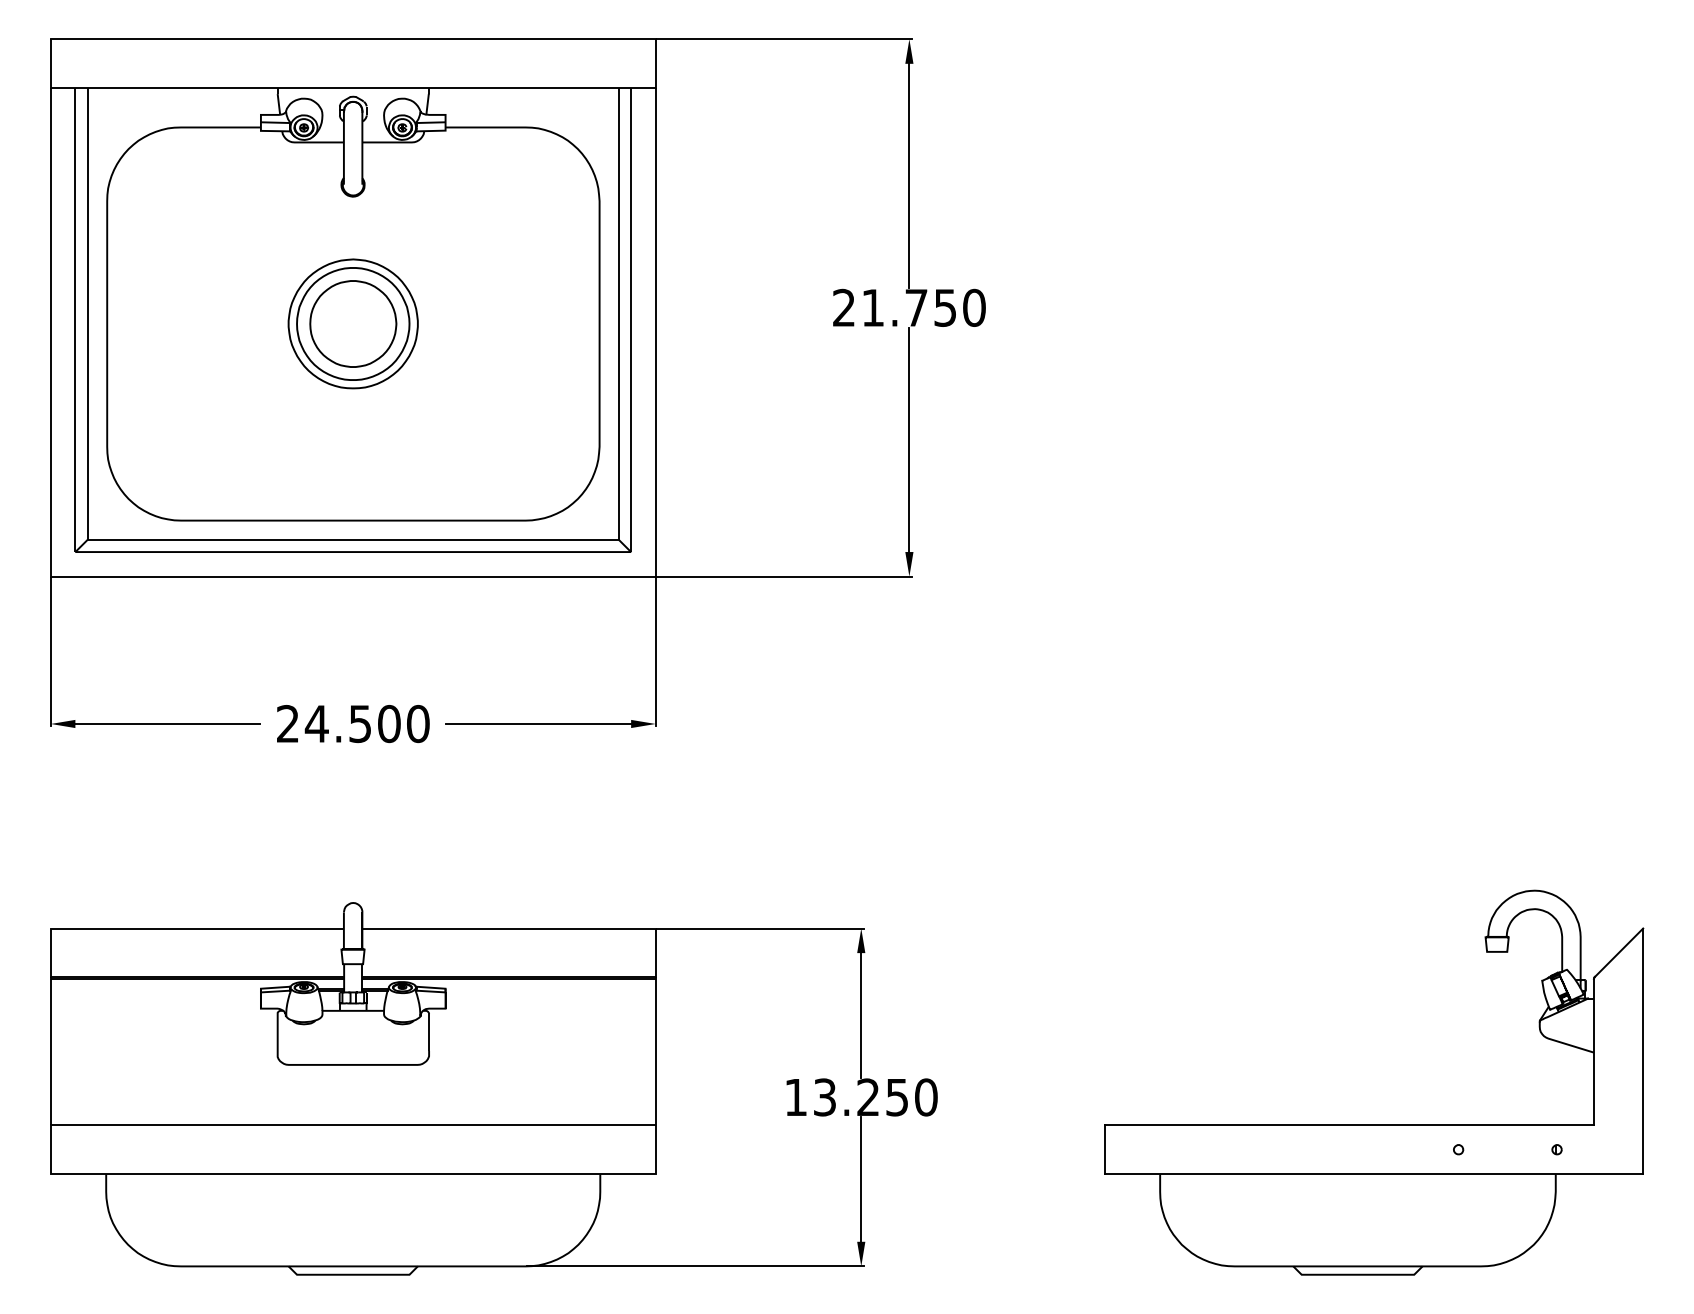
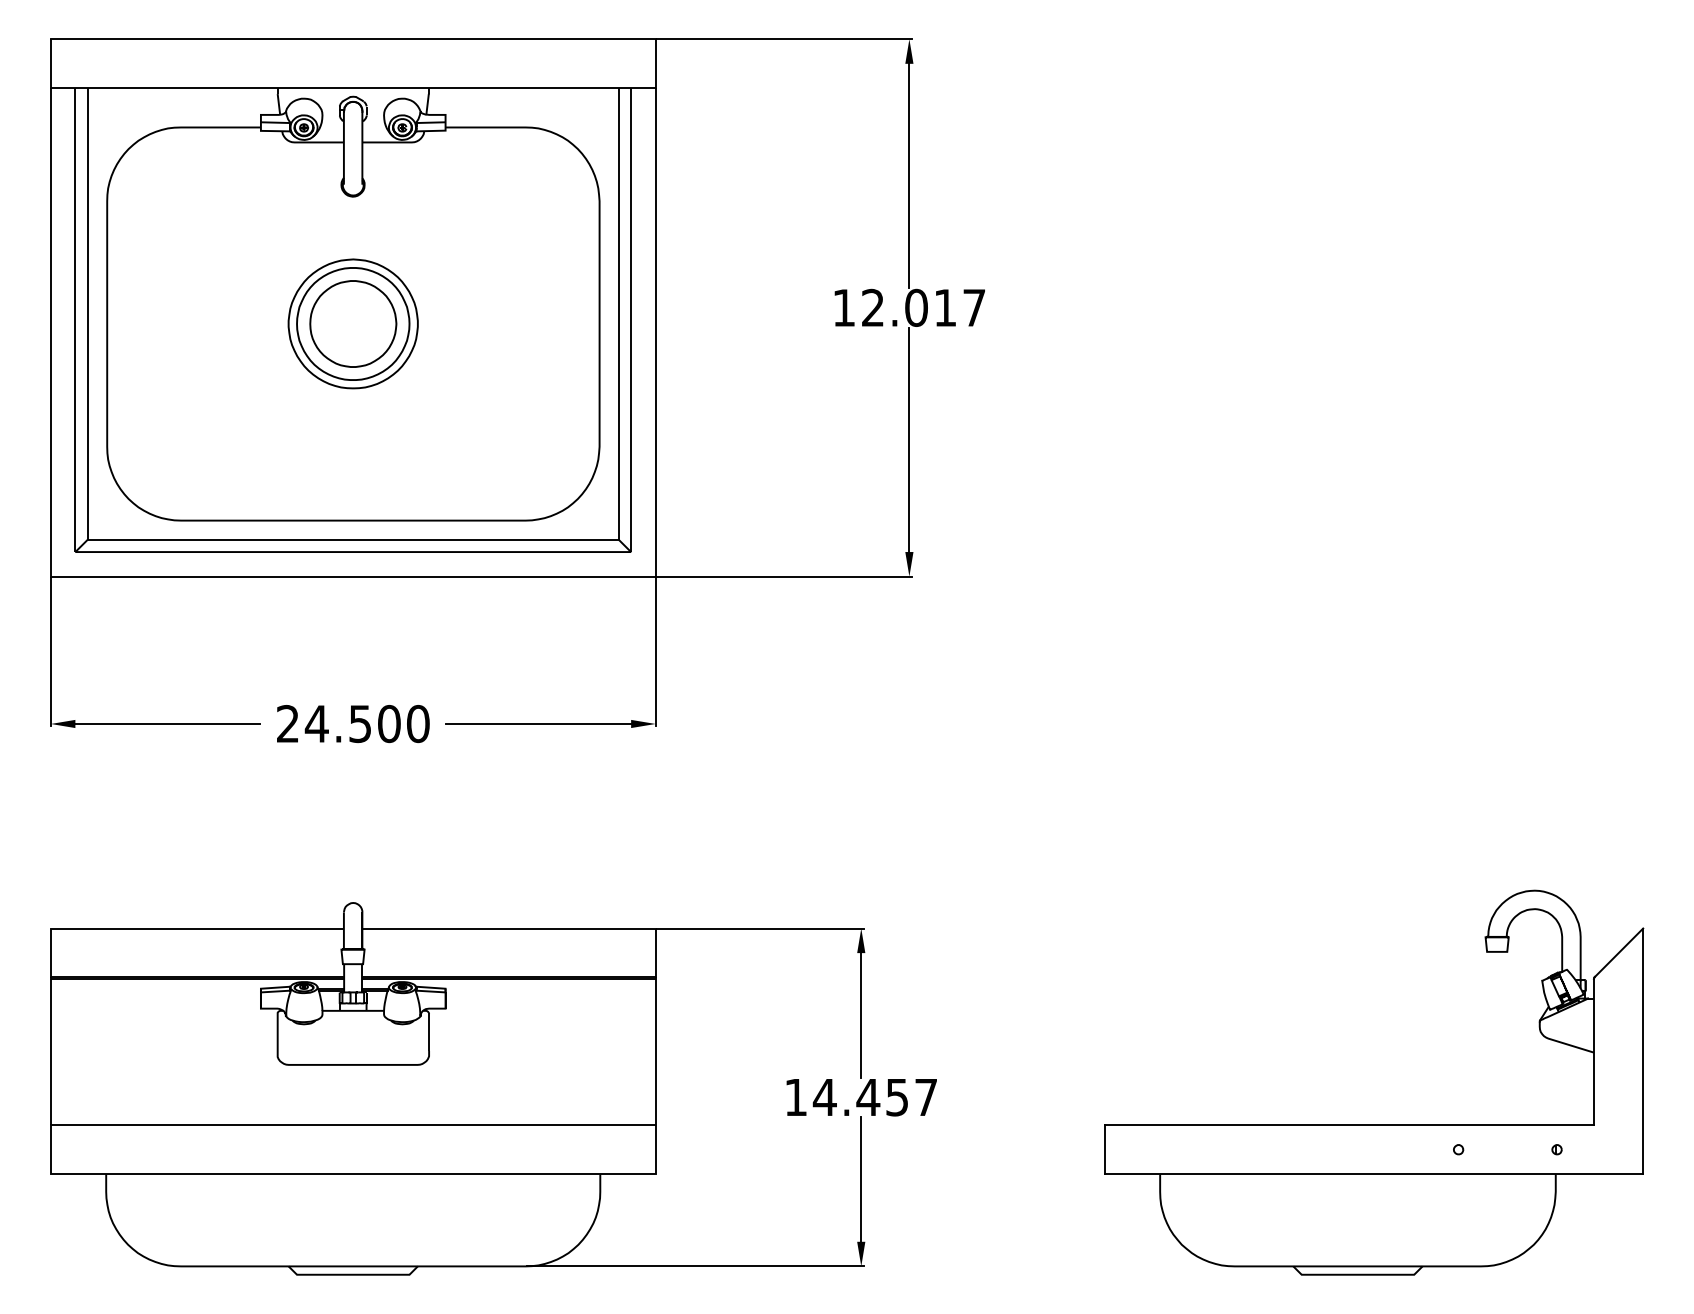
text at (909, 307): 21.750 -> 12.017
text at (874, 1097): 13.250 -> 14.457
